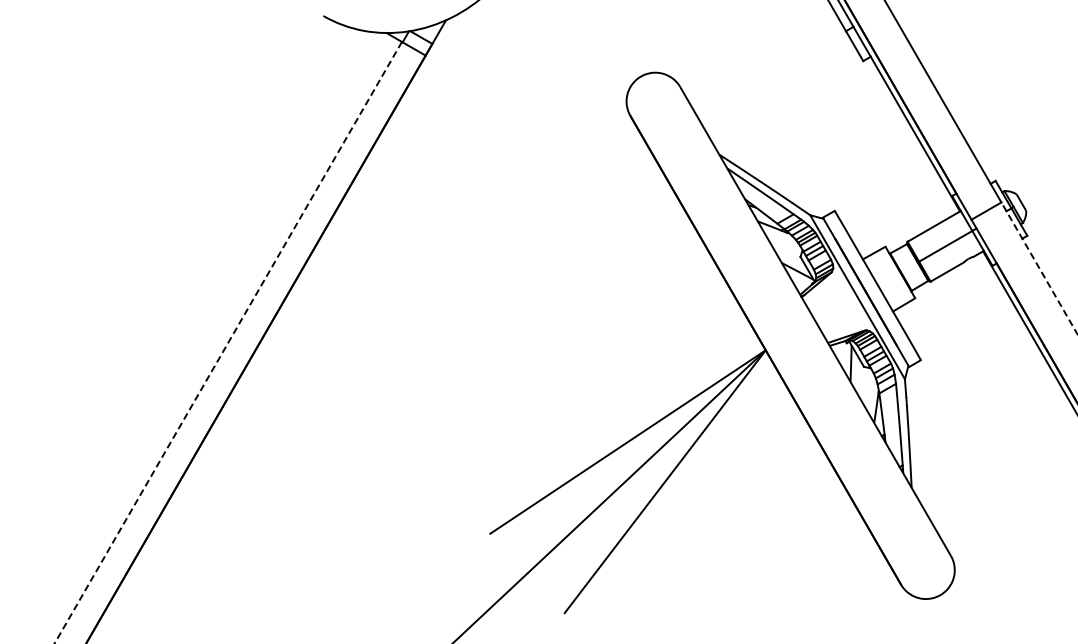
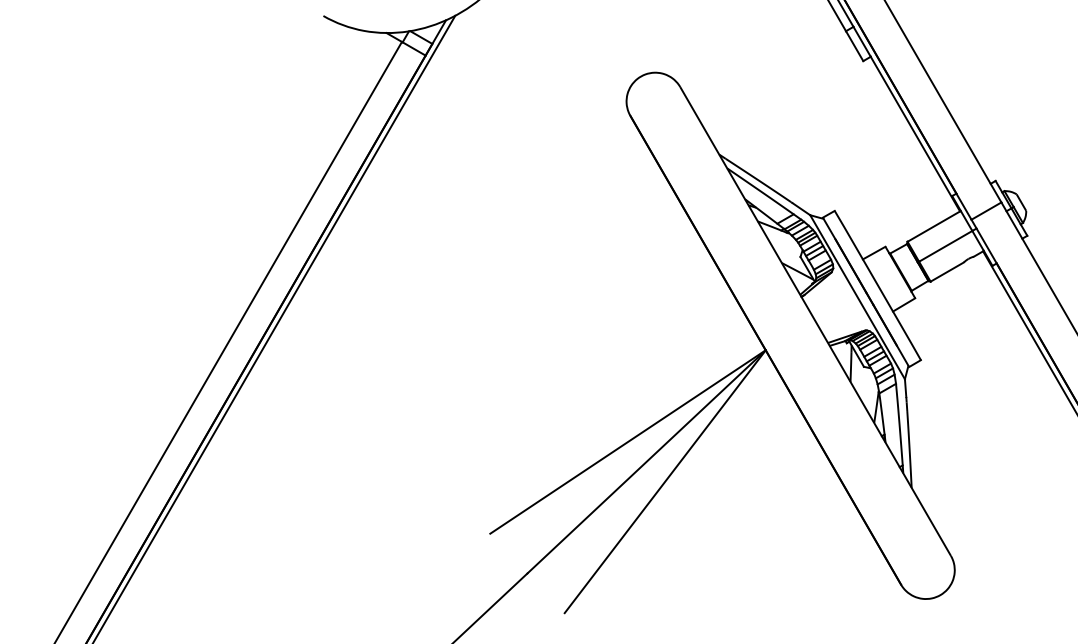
line at (1039, 268): dashed -> solid
line at (274, 327): none -> present
line at (228, 343): dashed -> solid
